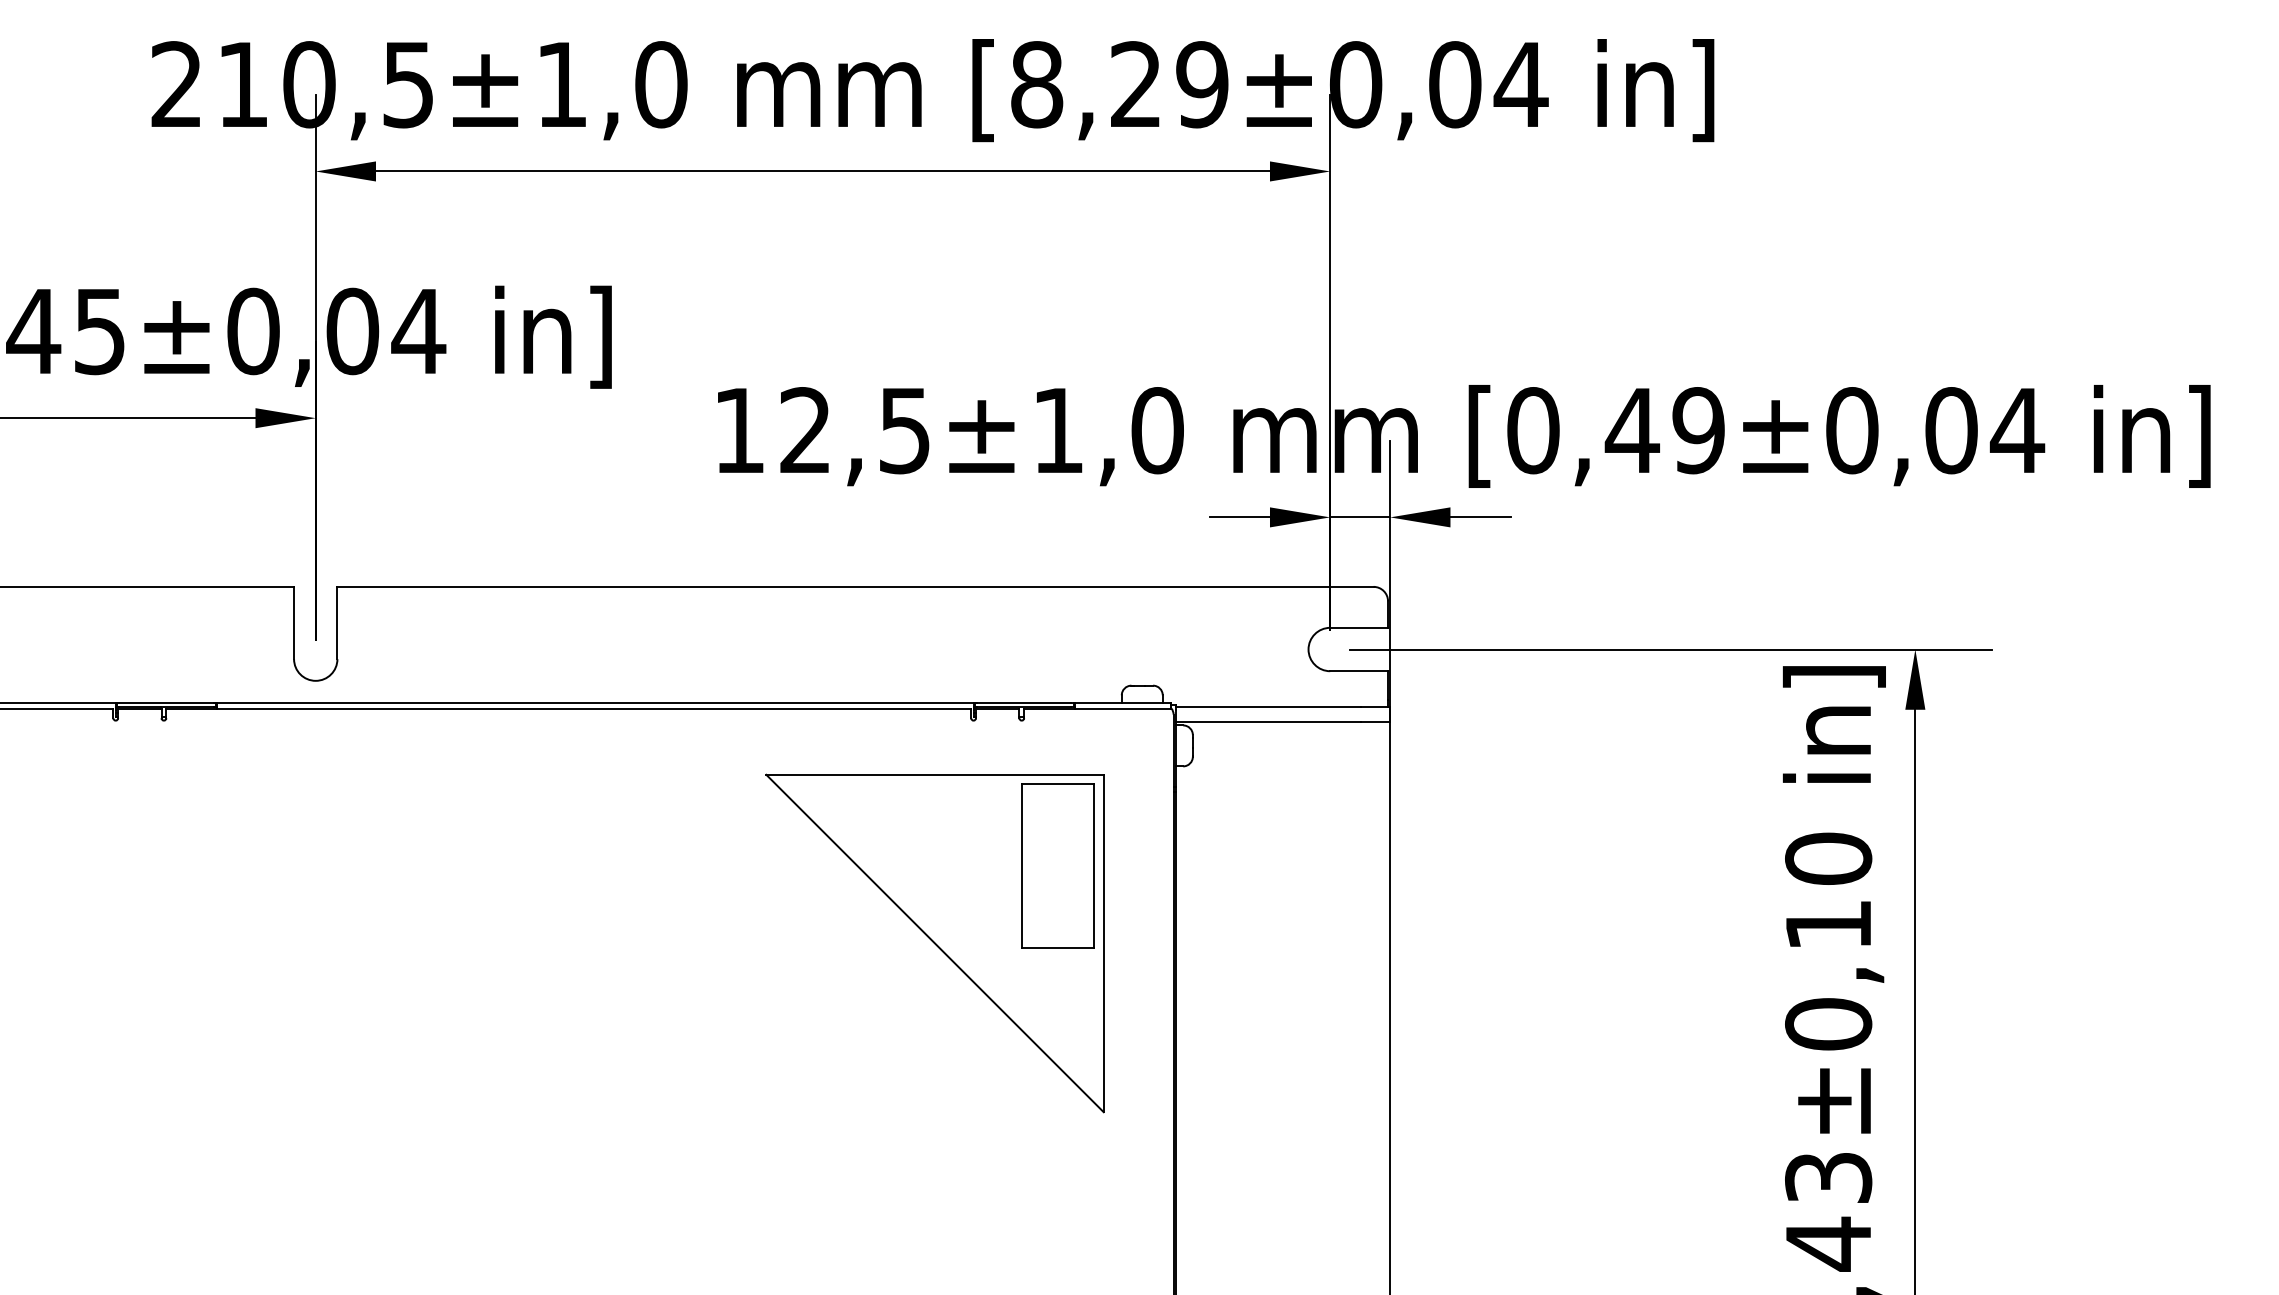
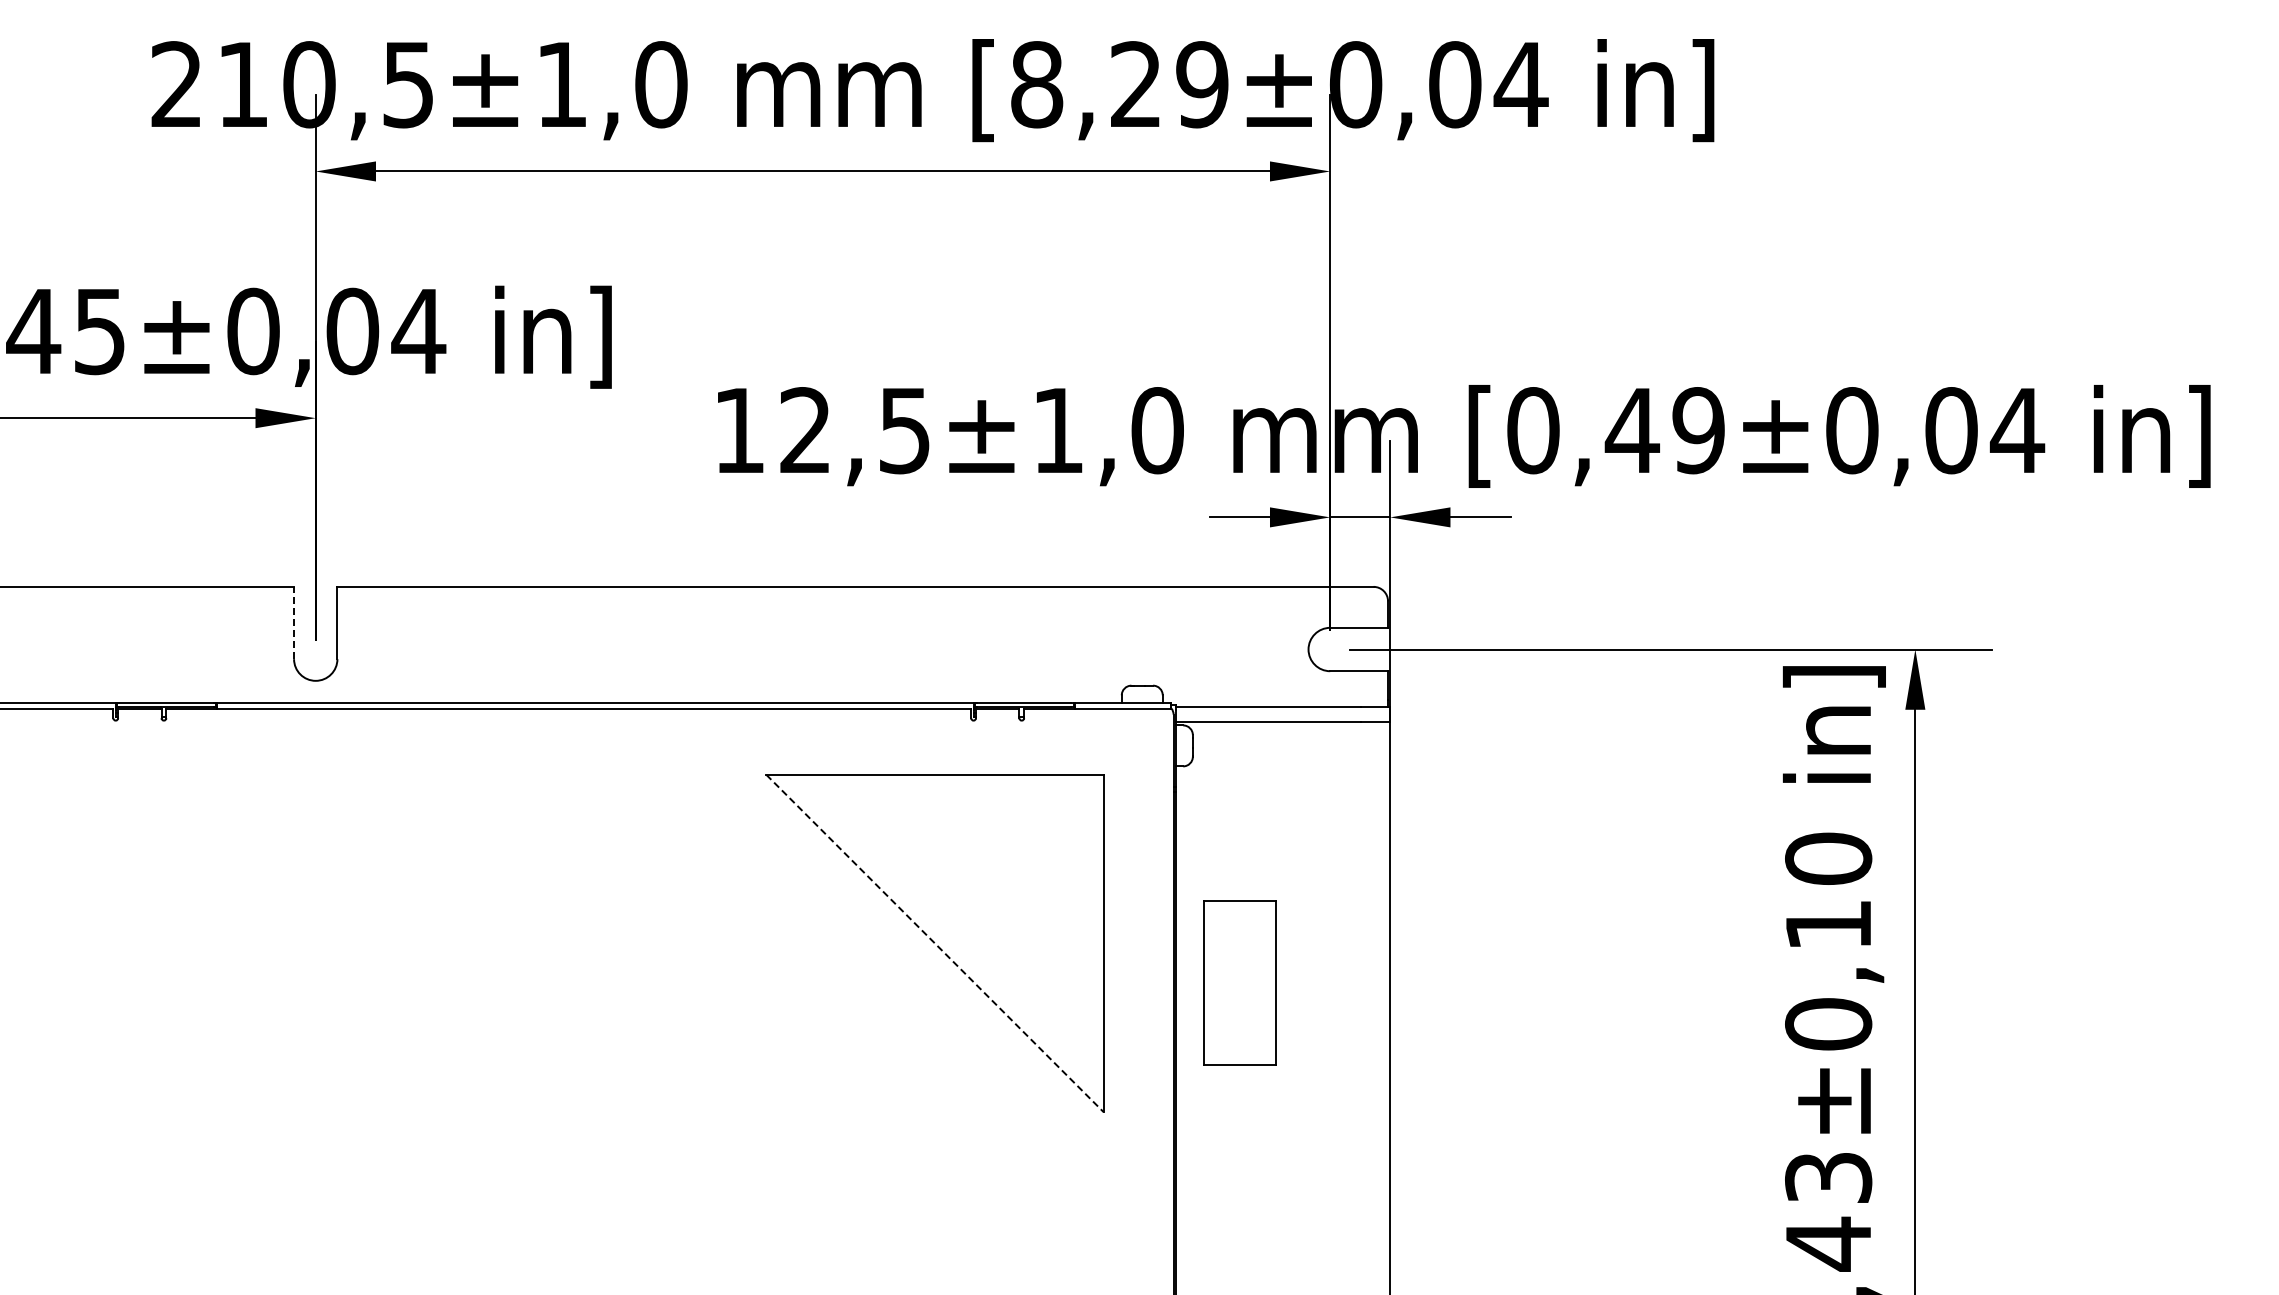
line at (294, 622): solid -> dashed
part at (1057, 865) position: (1057, 865) -> (1239, 982)
line at (935, 943): solid -> dashed
